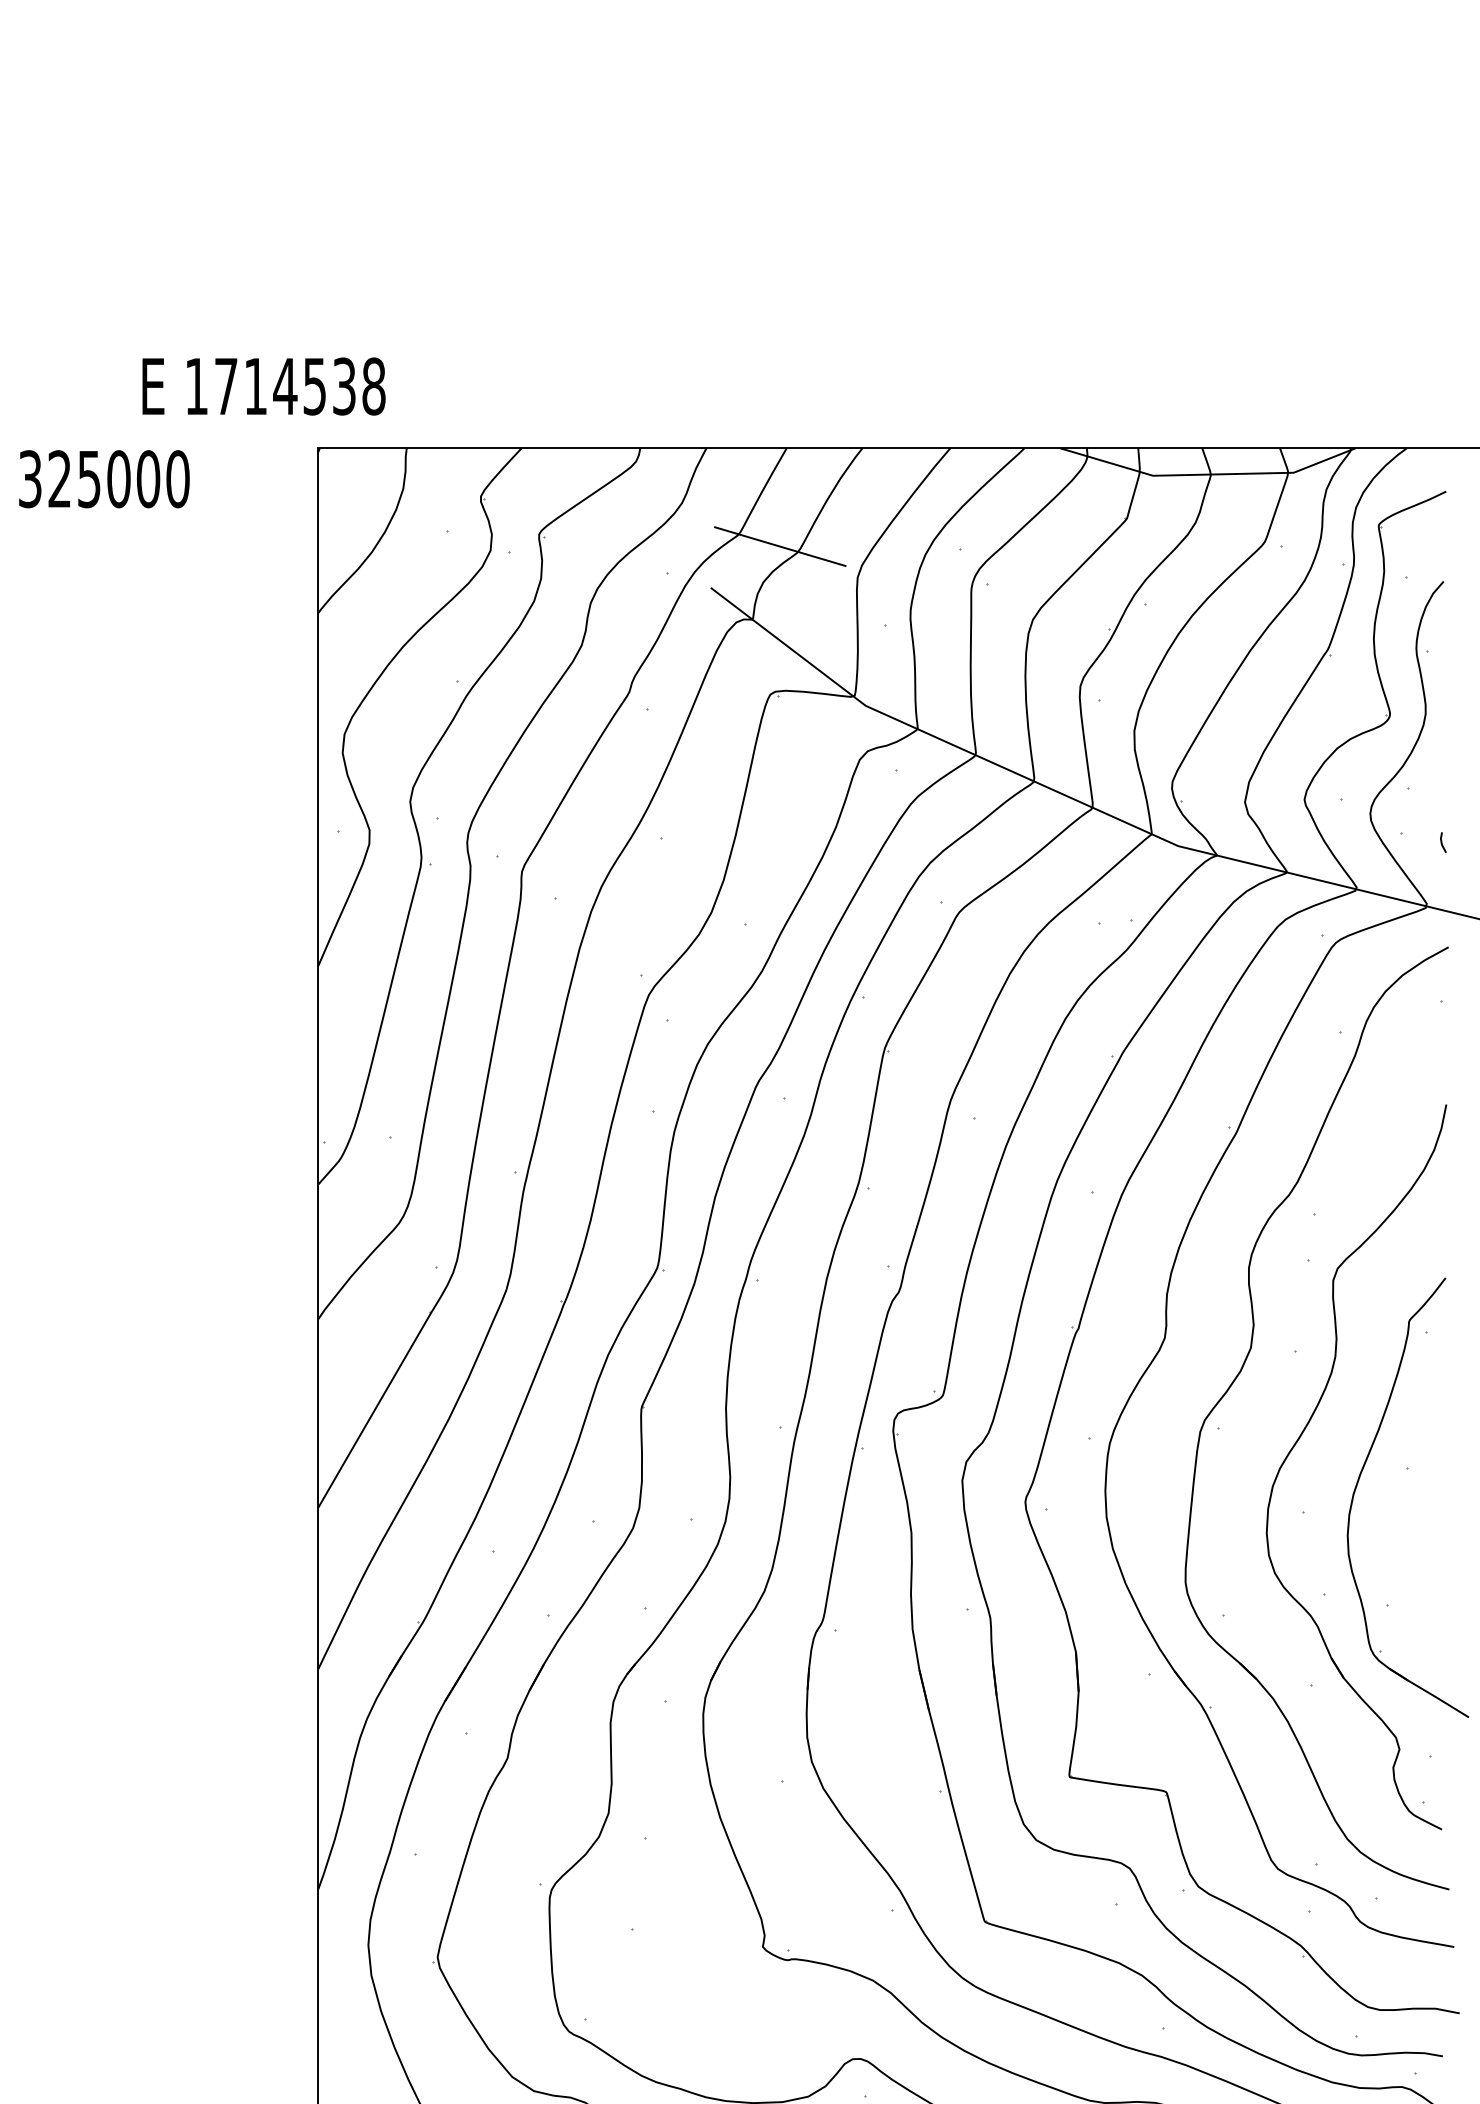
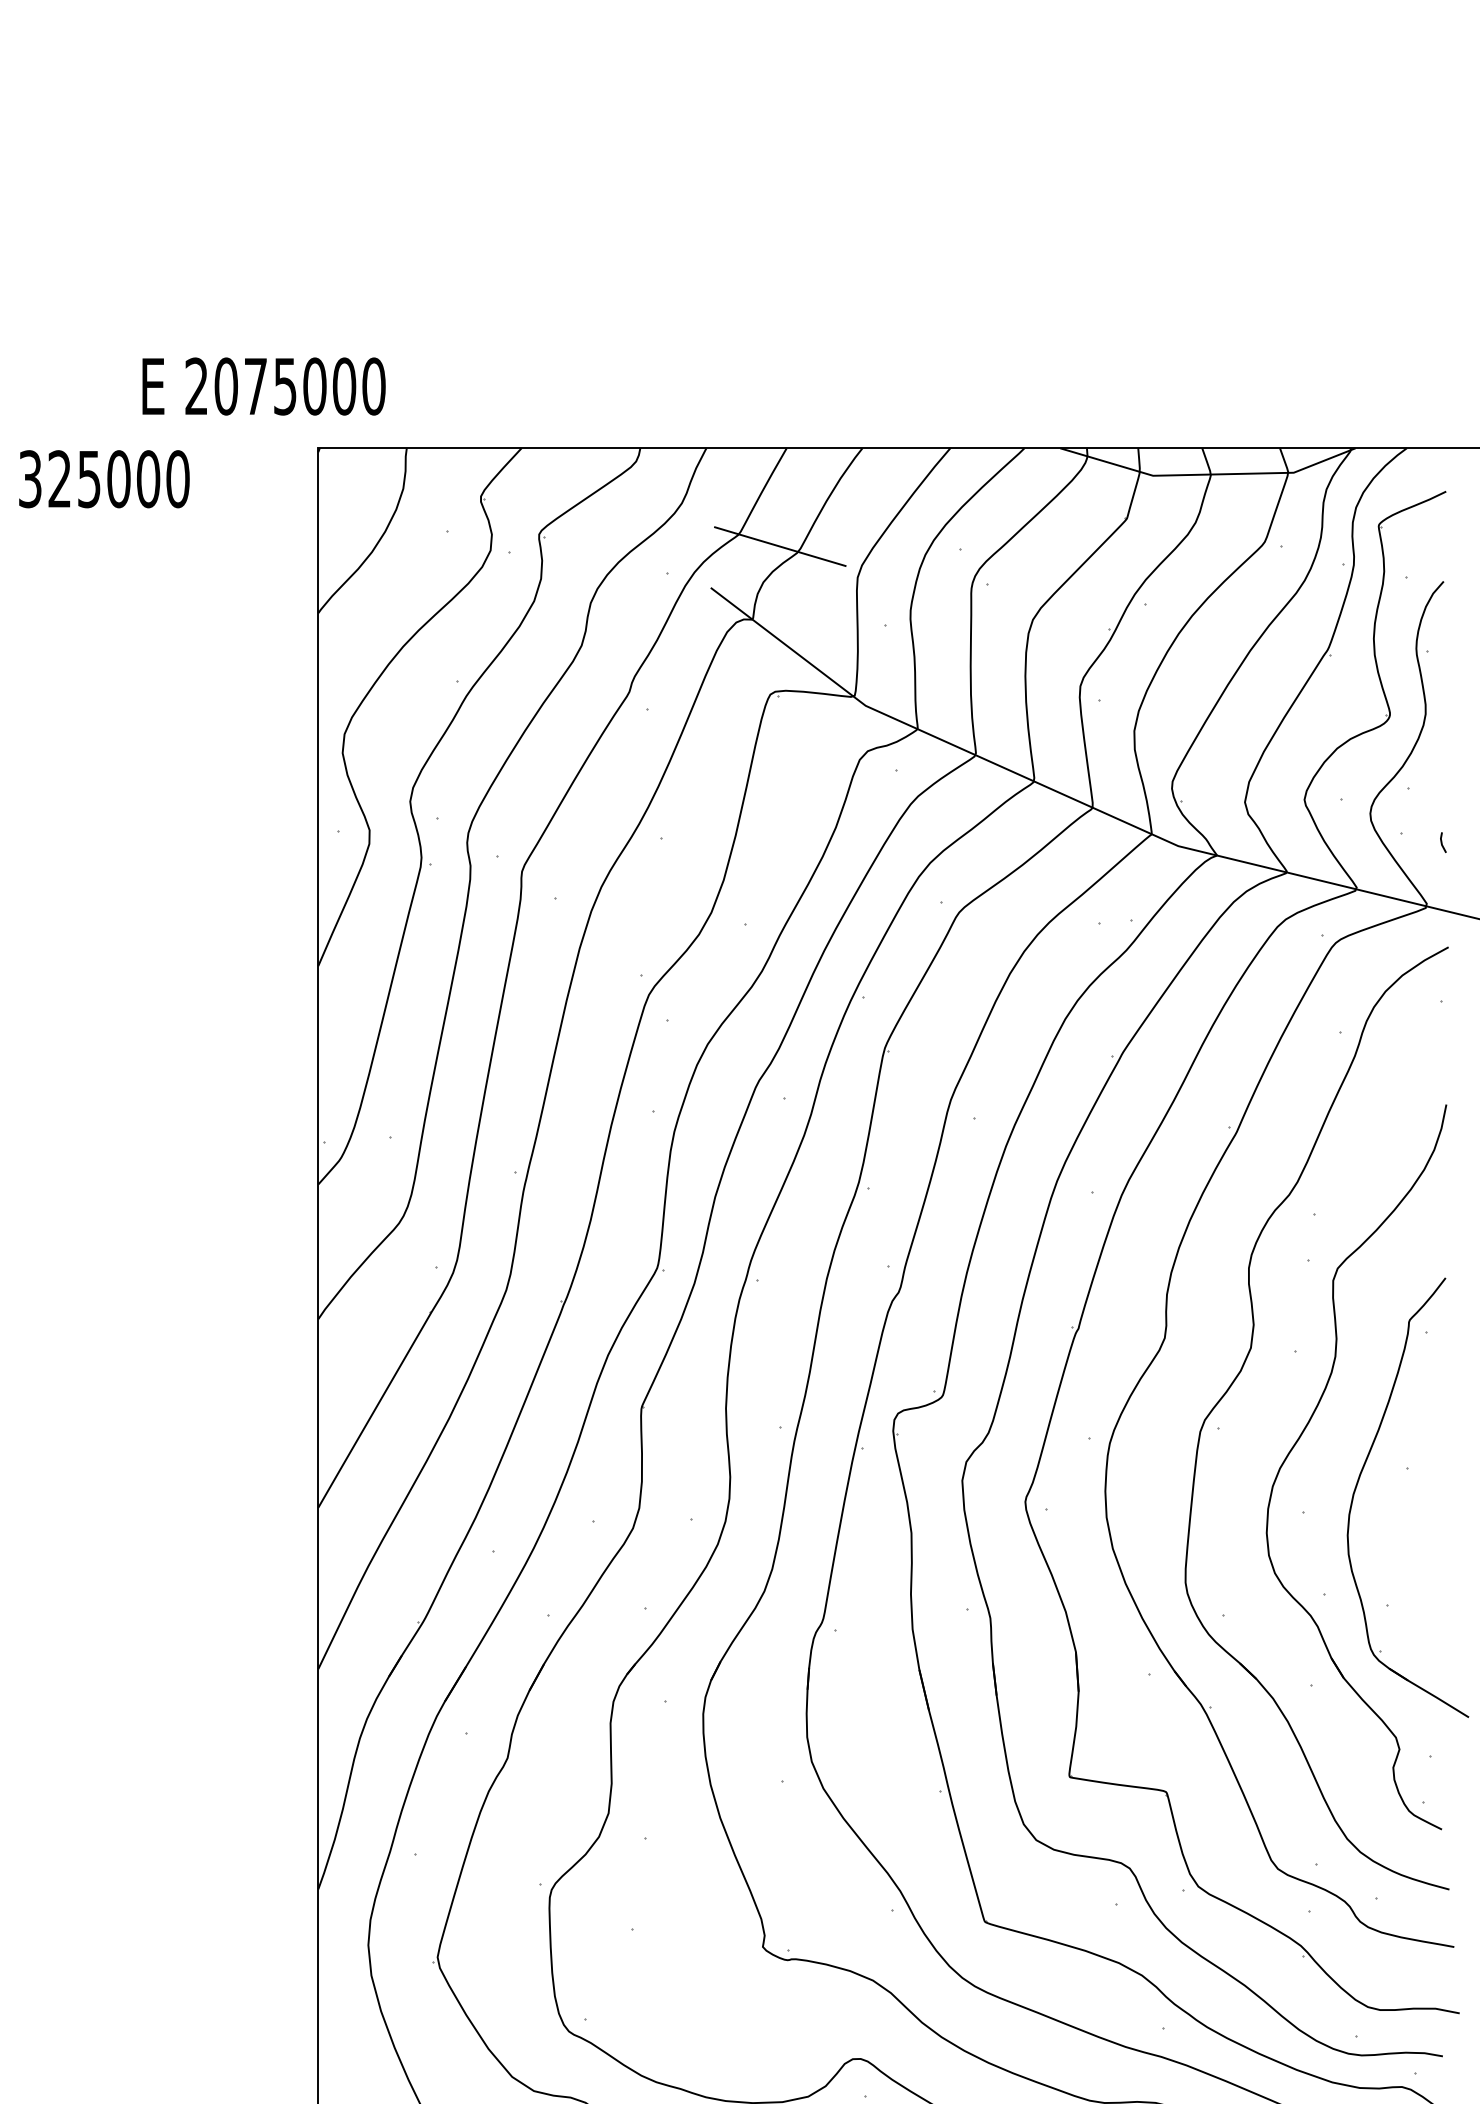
text at (285, 386): 1714538 -> 2075000
